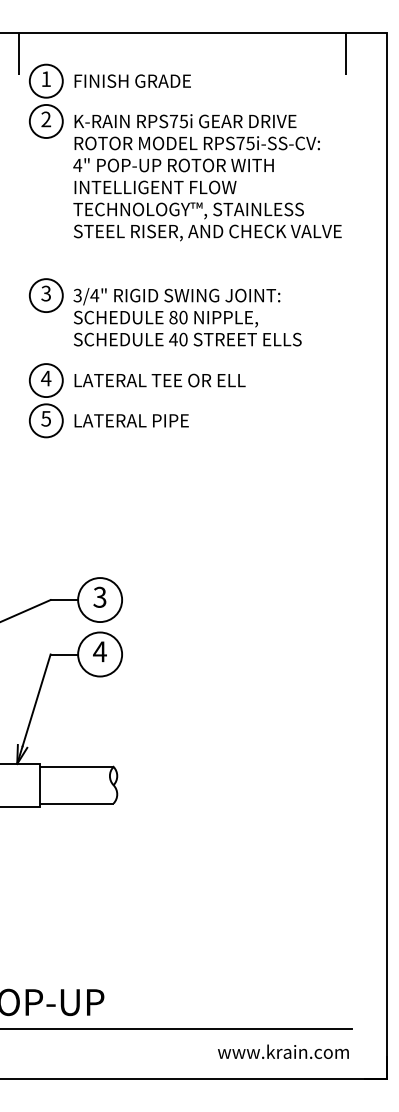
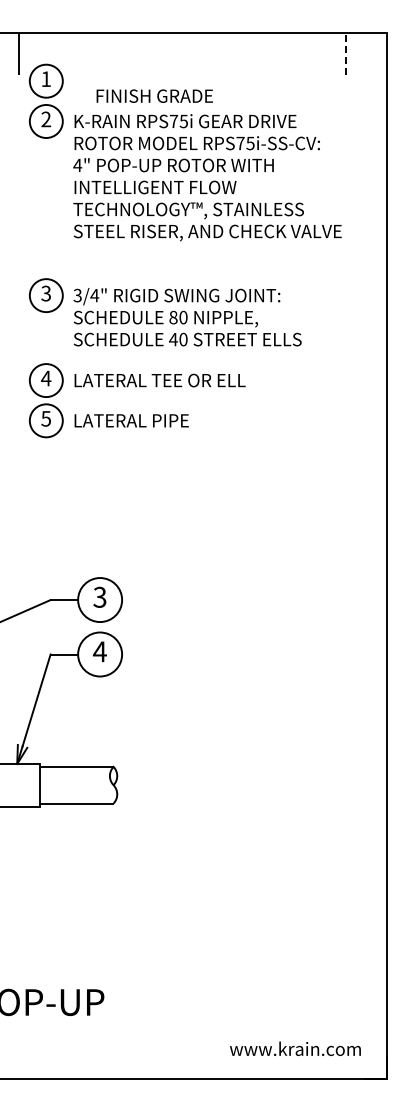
line at (345, 53): solid -> dashed
text at (132, 80) position: (132, 80) -> (154, 95)
line at (176, 1028): present -> none
text at (283, 1051) position: (283, 1051) -> (295, 1048)
